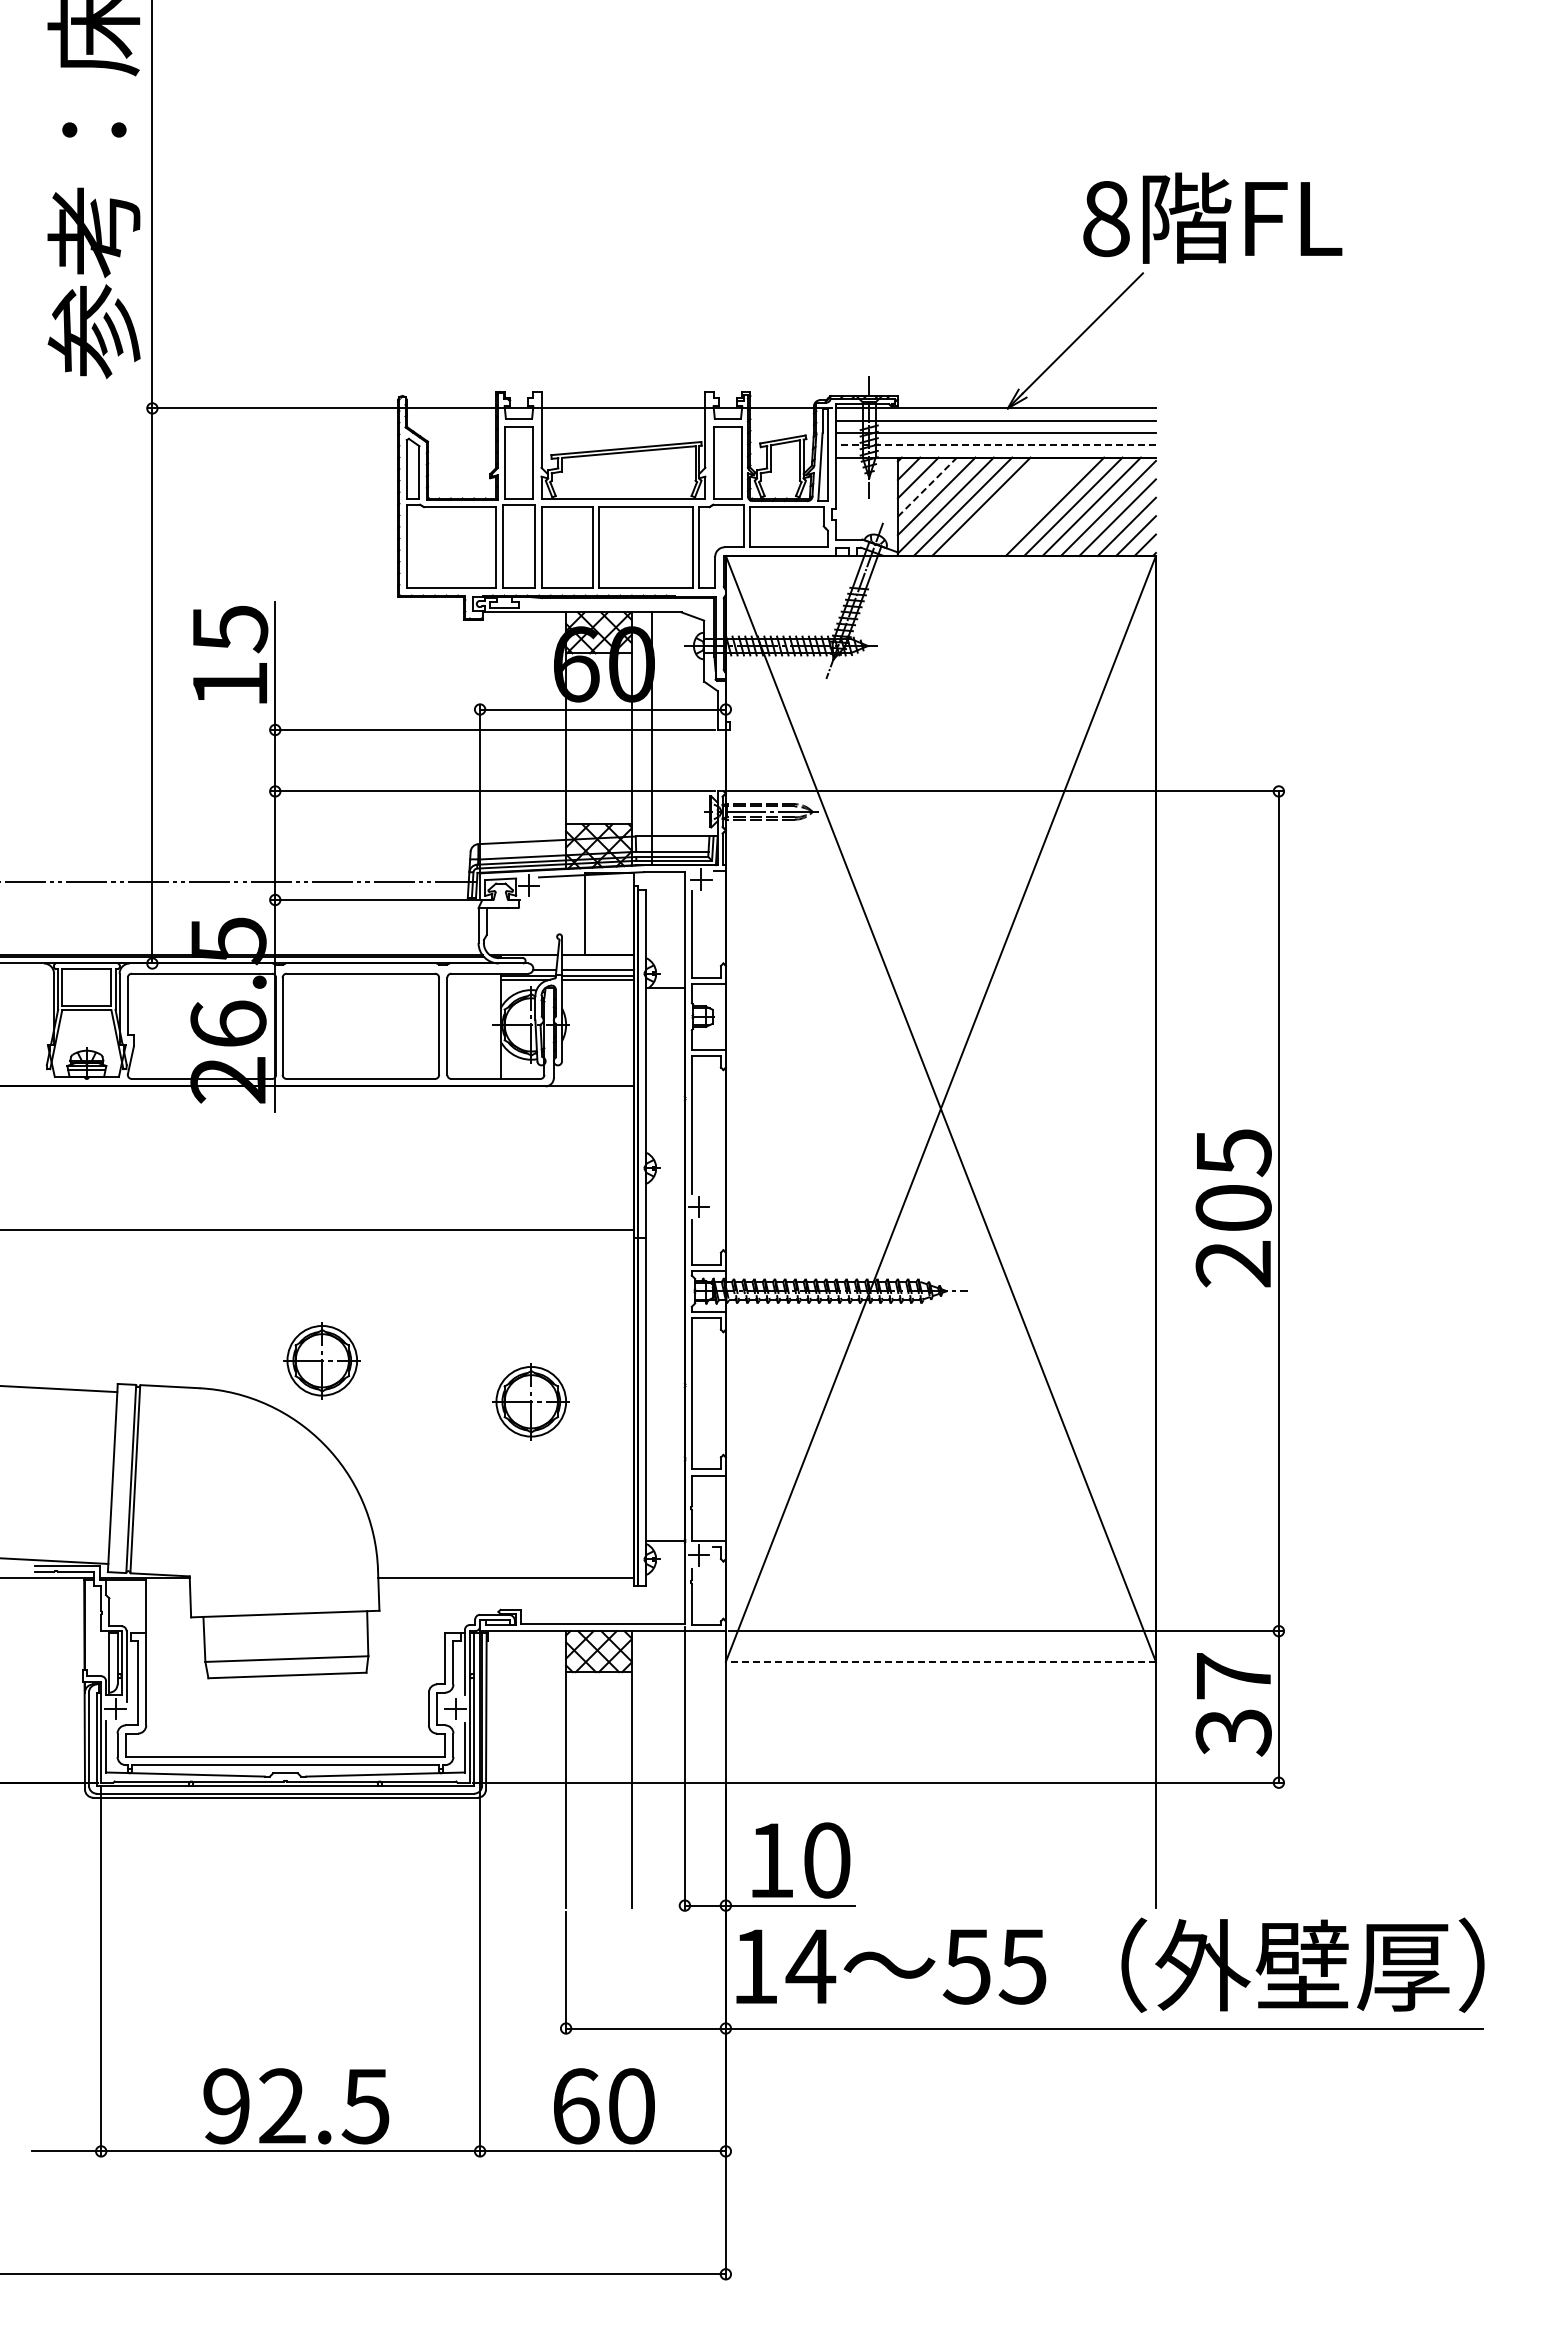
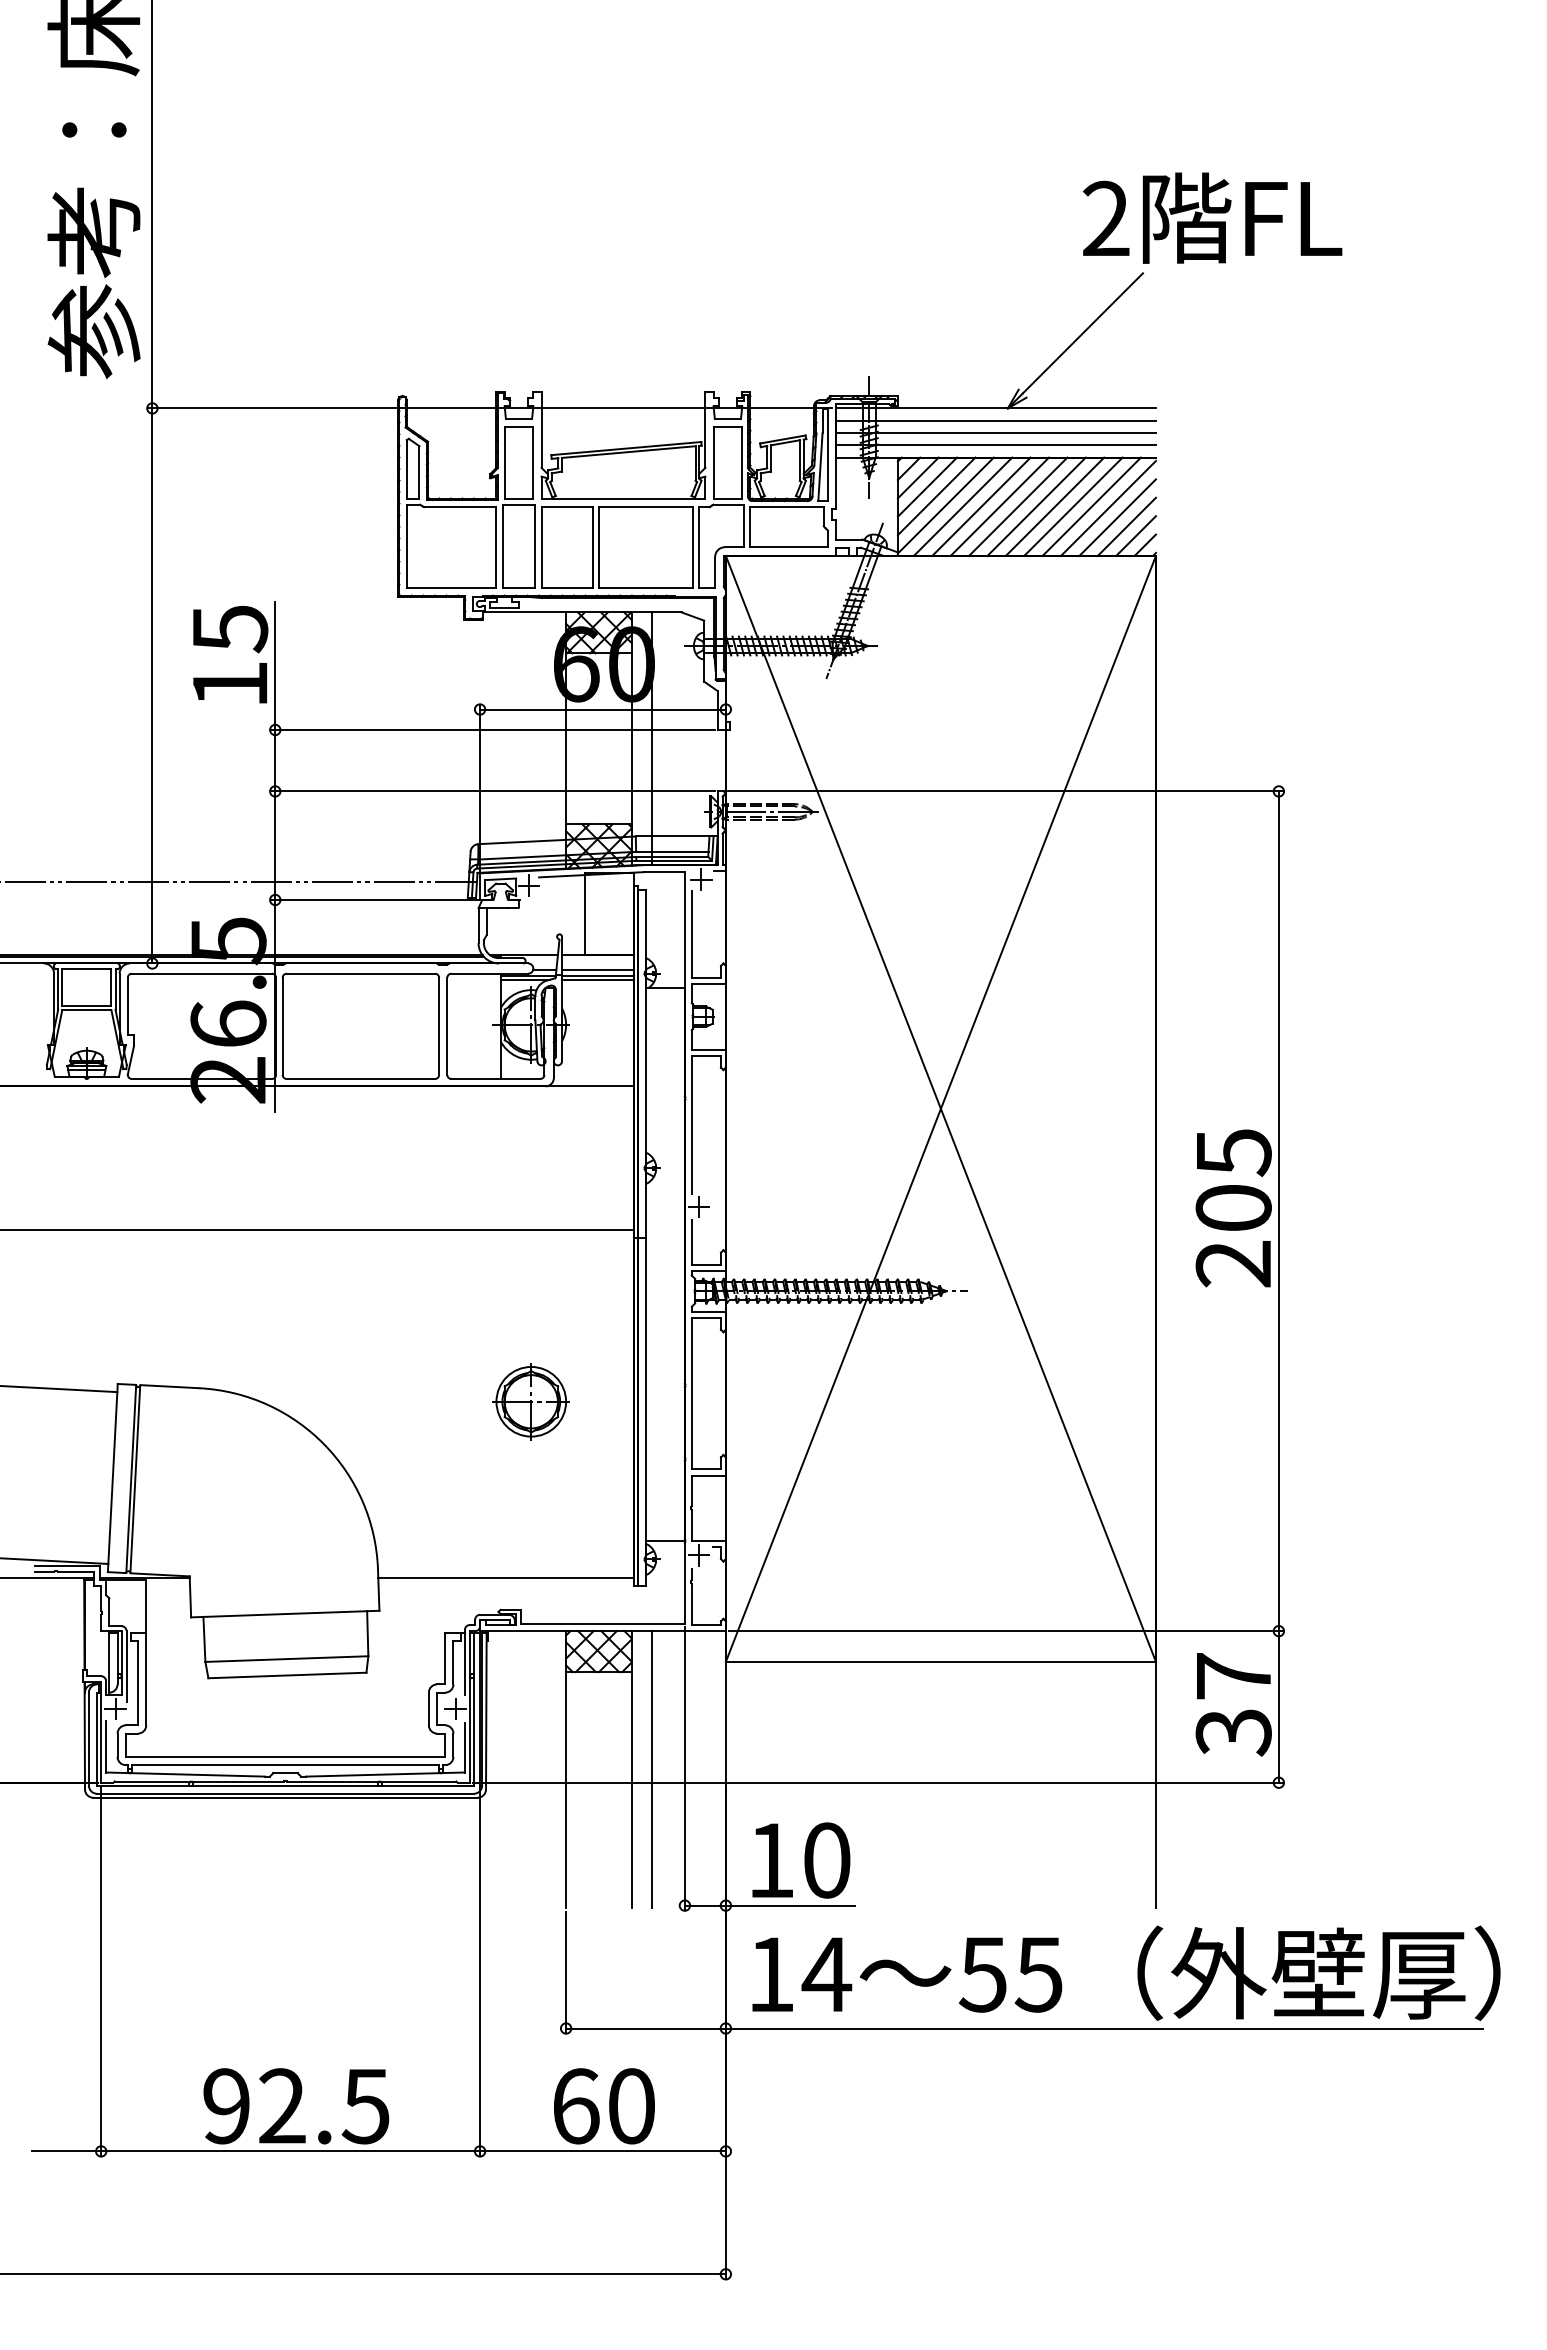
text at (1106, 218): 8 -> 2
line at (996, 445): dashed -> solid
line at (927, 487): dashed -> solid
line at (999, 506): none -> present
line at (1018, 506): none -> present
line at (1036, 506): none -> present
part at (321, 1360): present -> none
line at (940, 1661): dashed -> solid
line at (652, 1769): none -> present
text at (1110, 1964) position: (1110, 1964) -> (1126, 1972)
